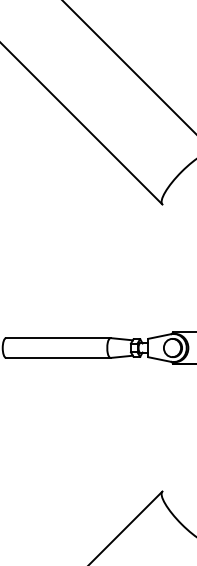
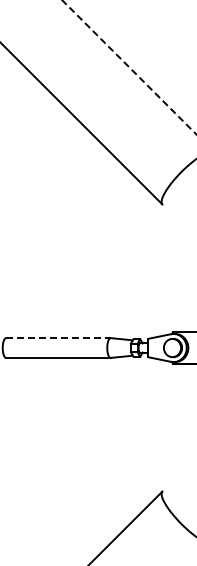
line at (129, 67): solid -> dashed
line at (58, 338): solid -> dashed
